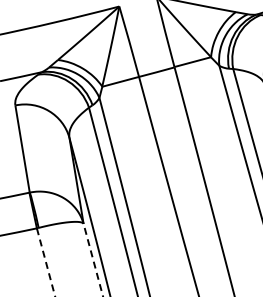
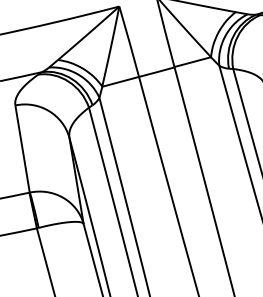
line at (93, 259): dashed -> solid
line at (46, 263): dashed -> solid
